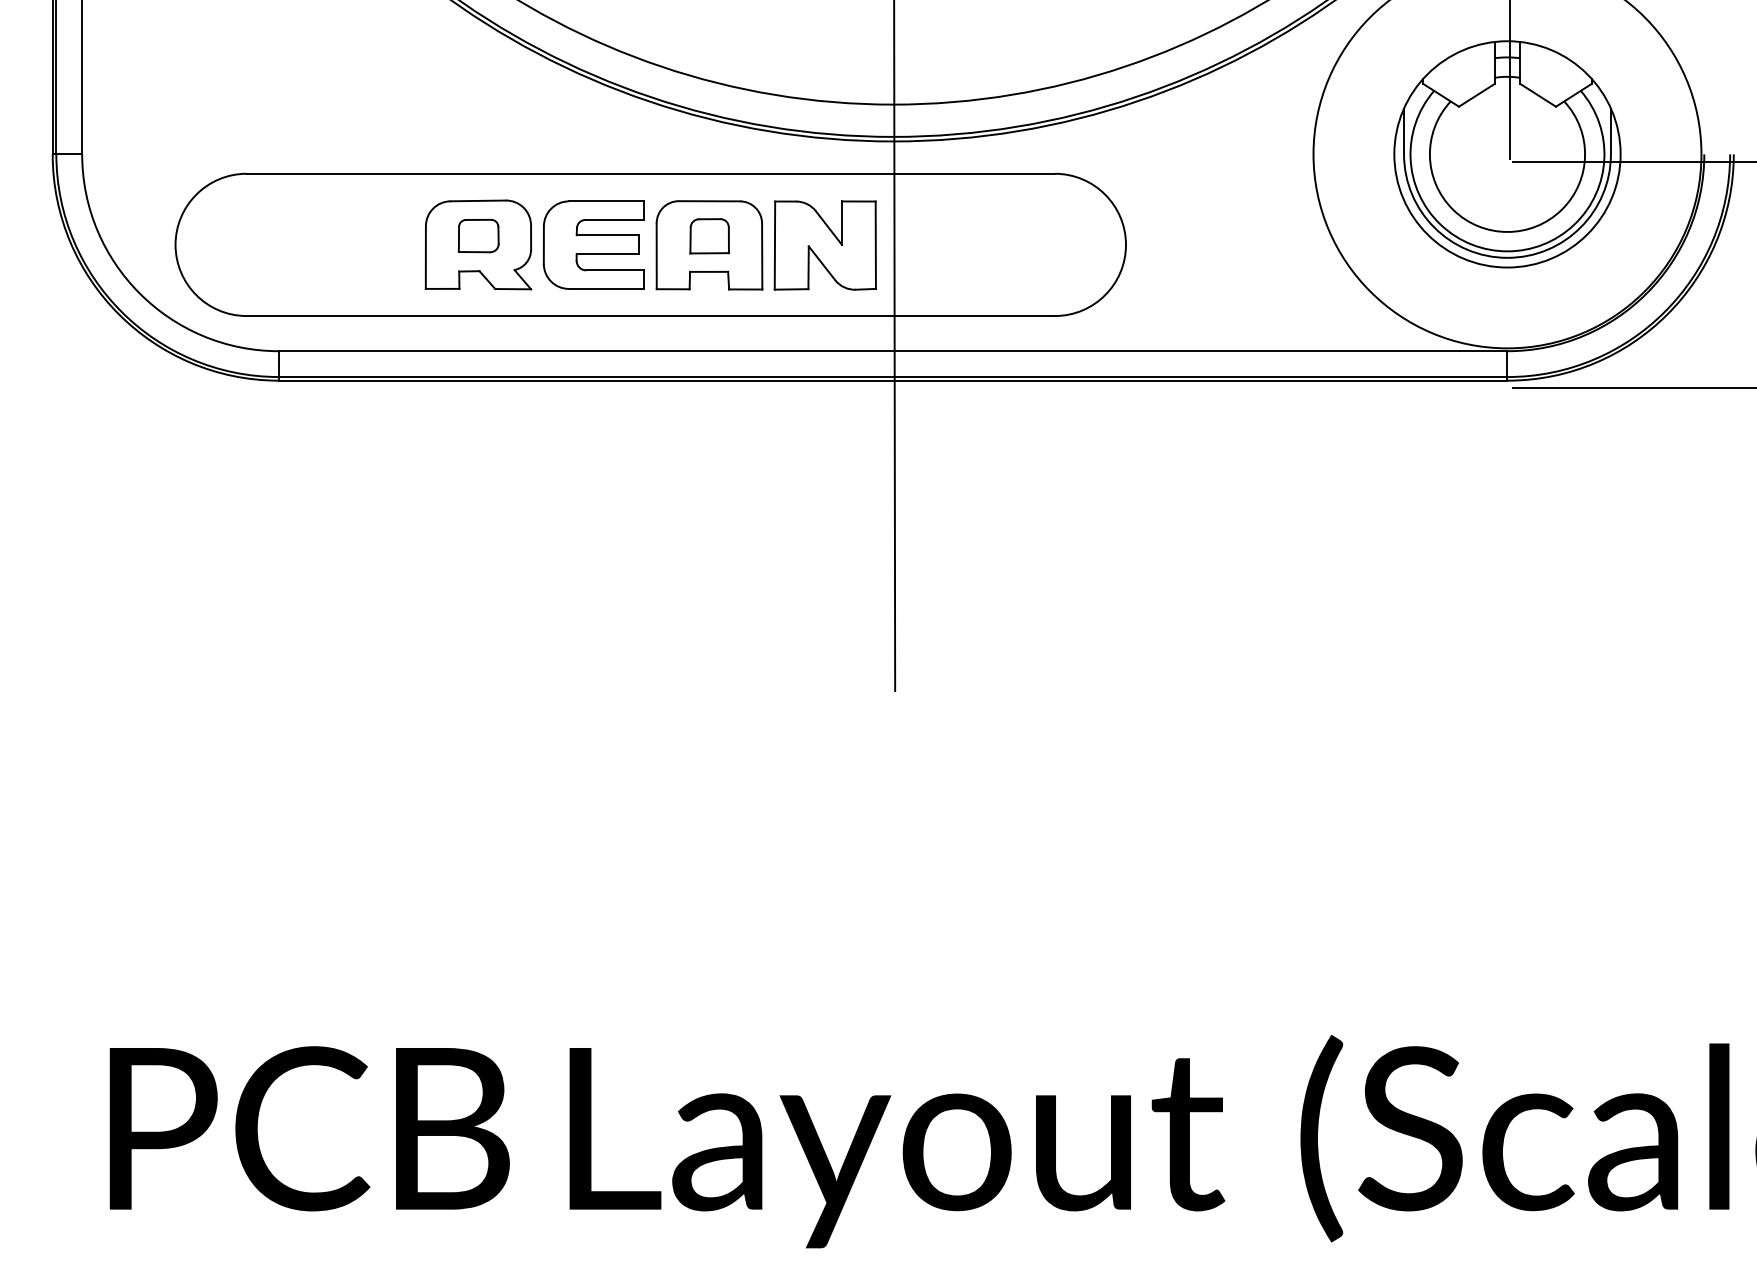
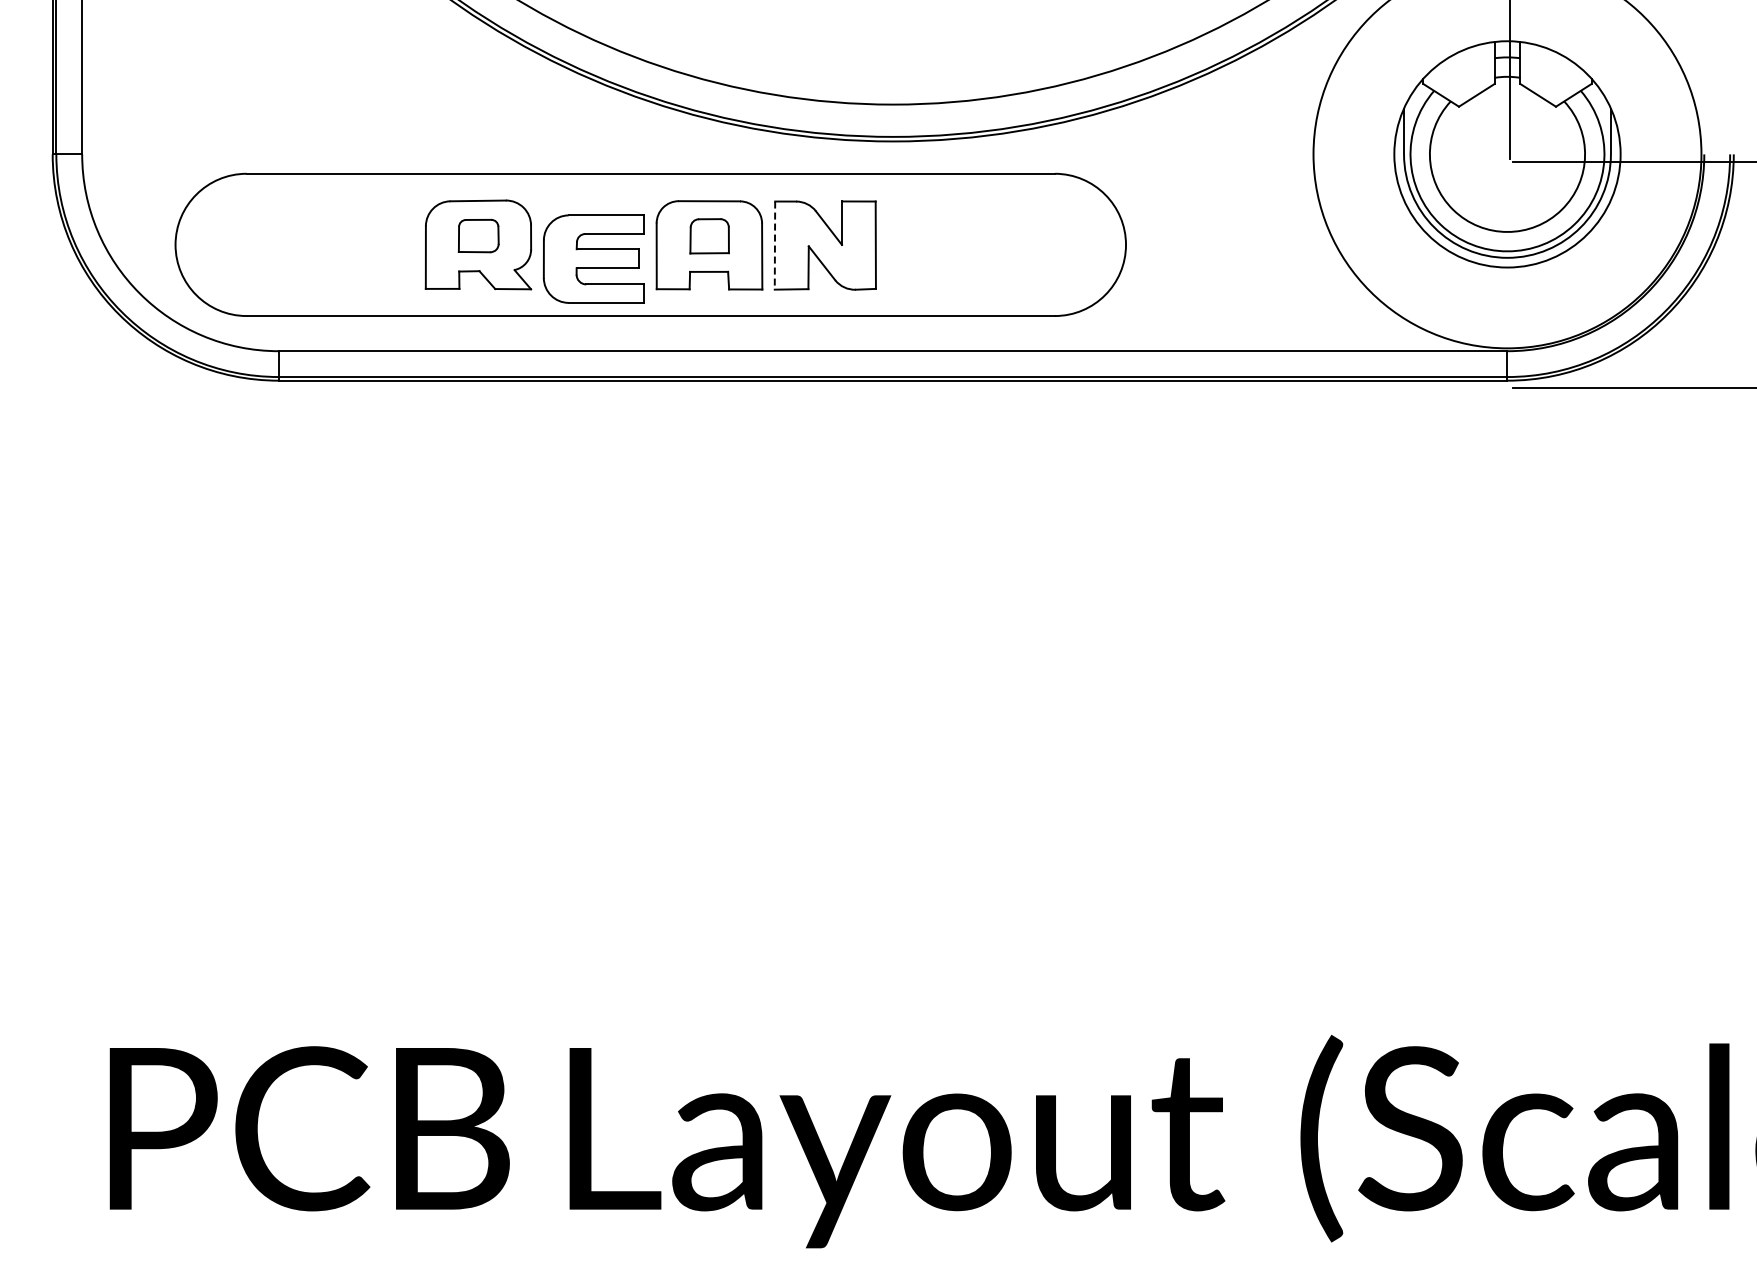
part at (593, 244) position: (593, 244) -> (593, 258)
line at (774, 246): solid -> dashed
line at (894, 375): present -> none
